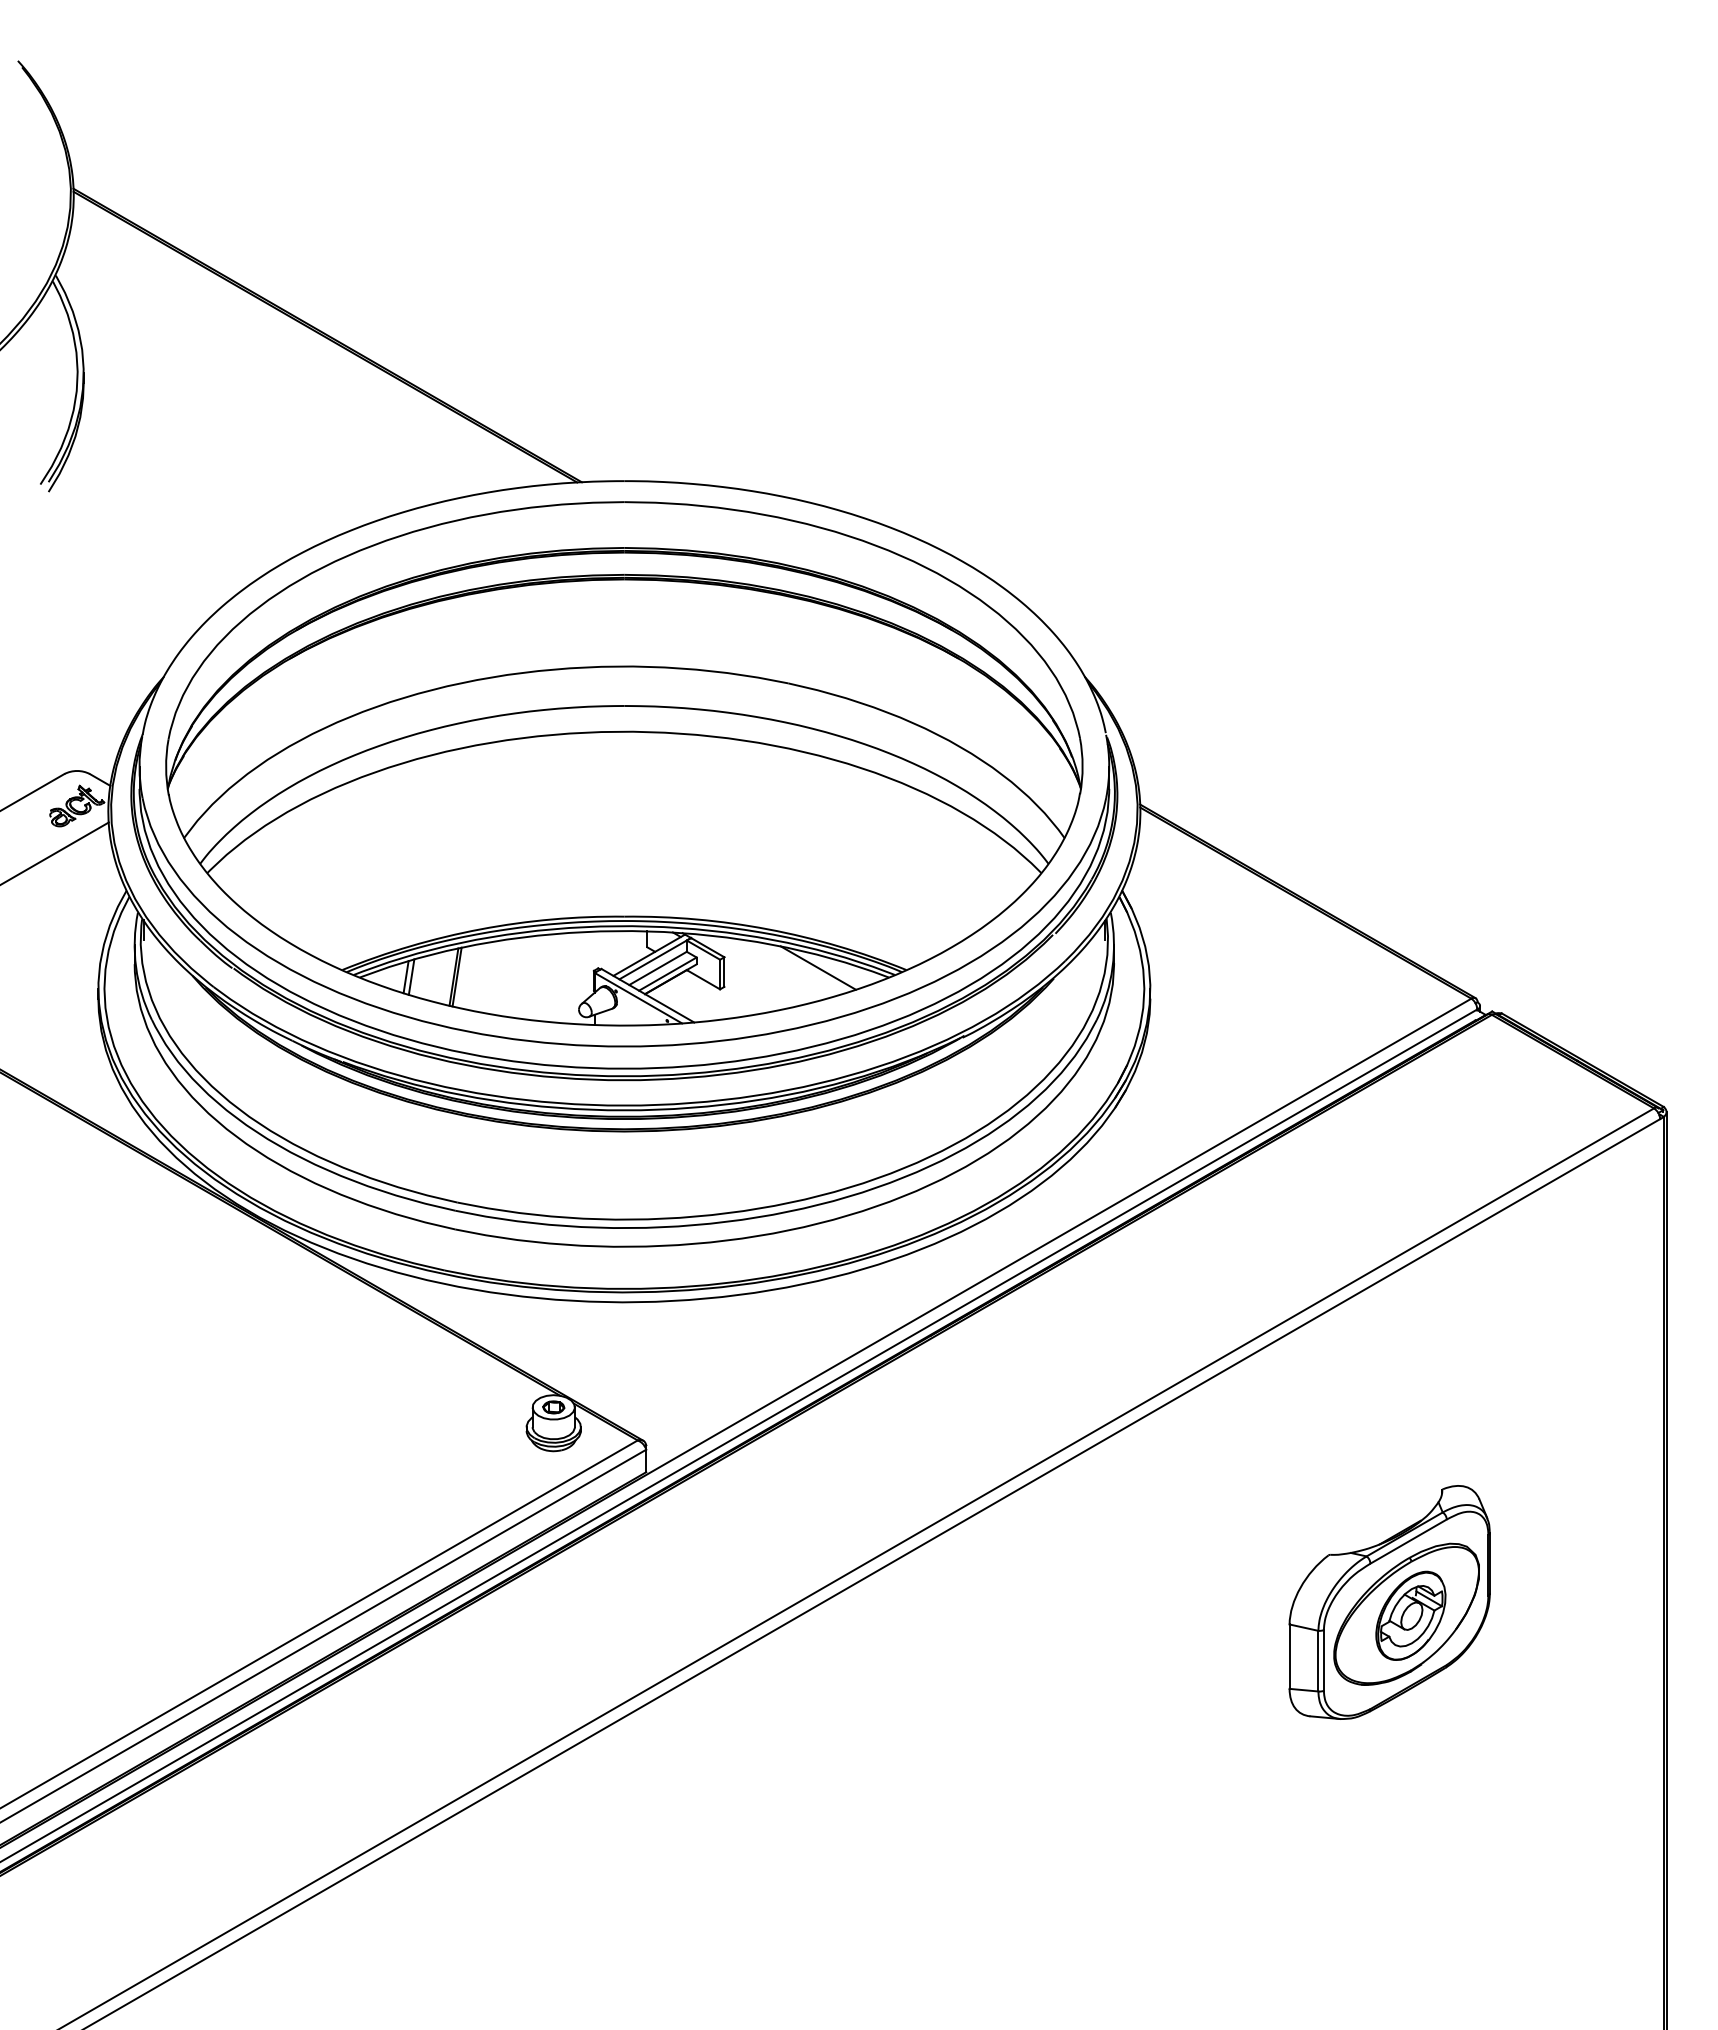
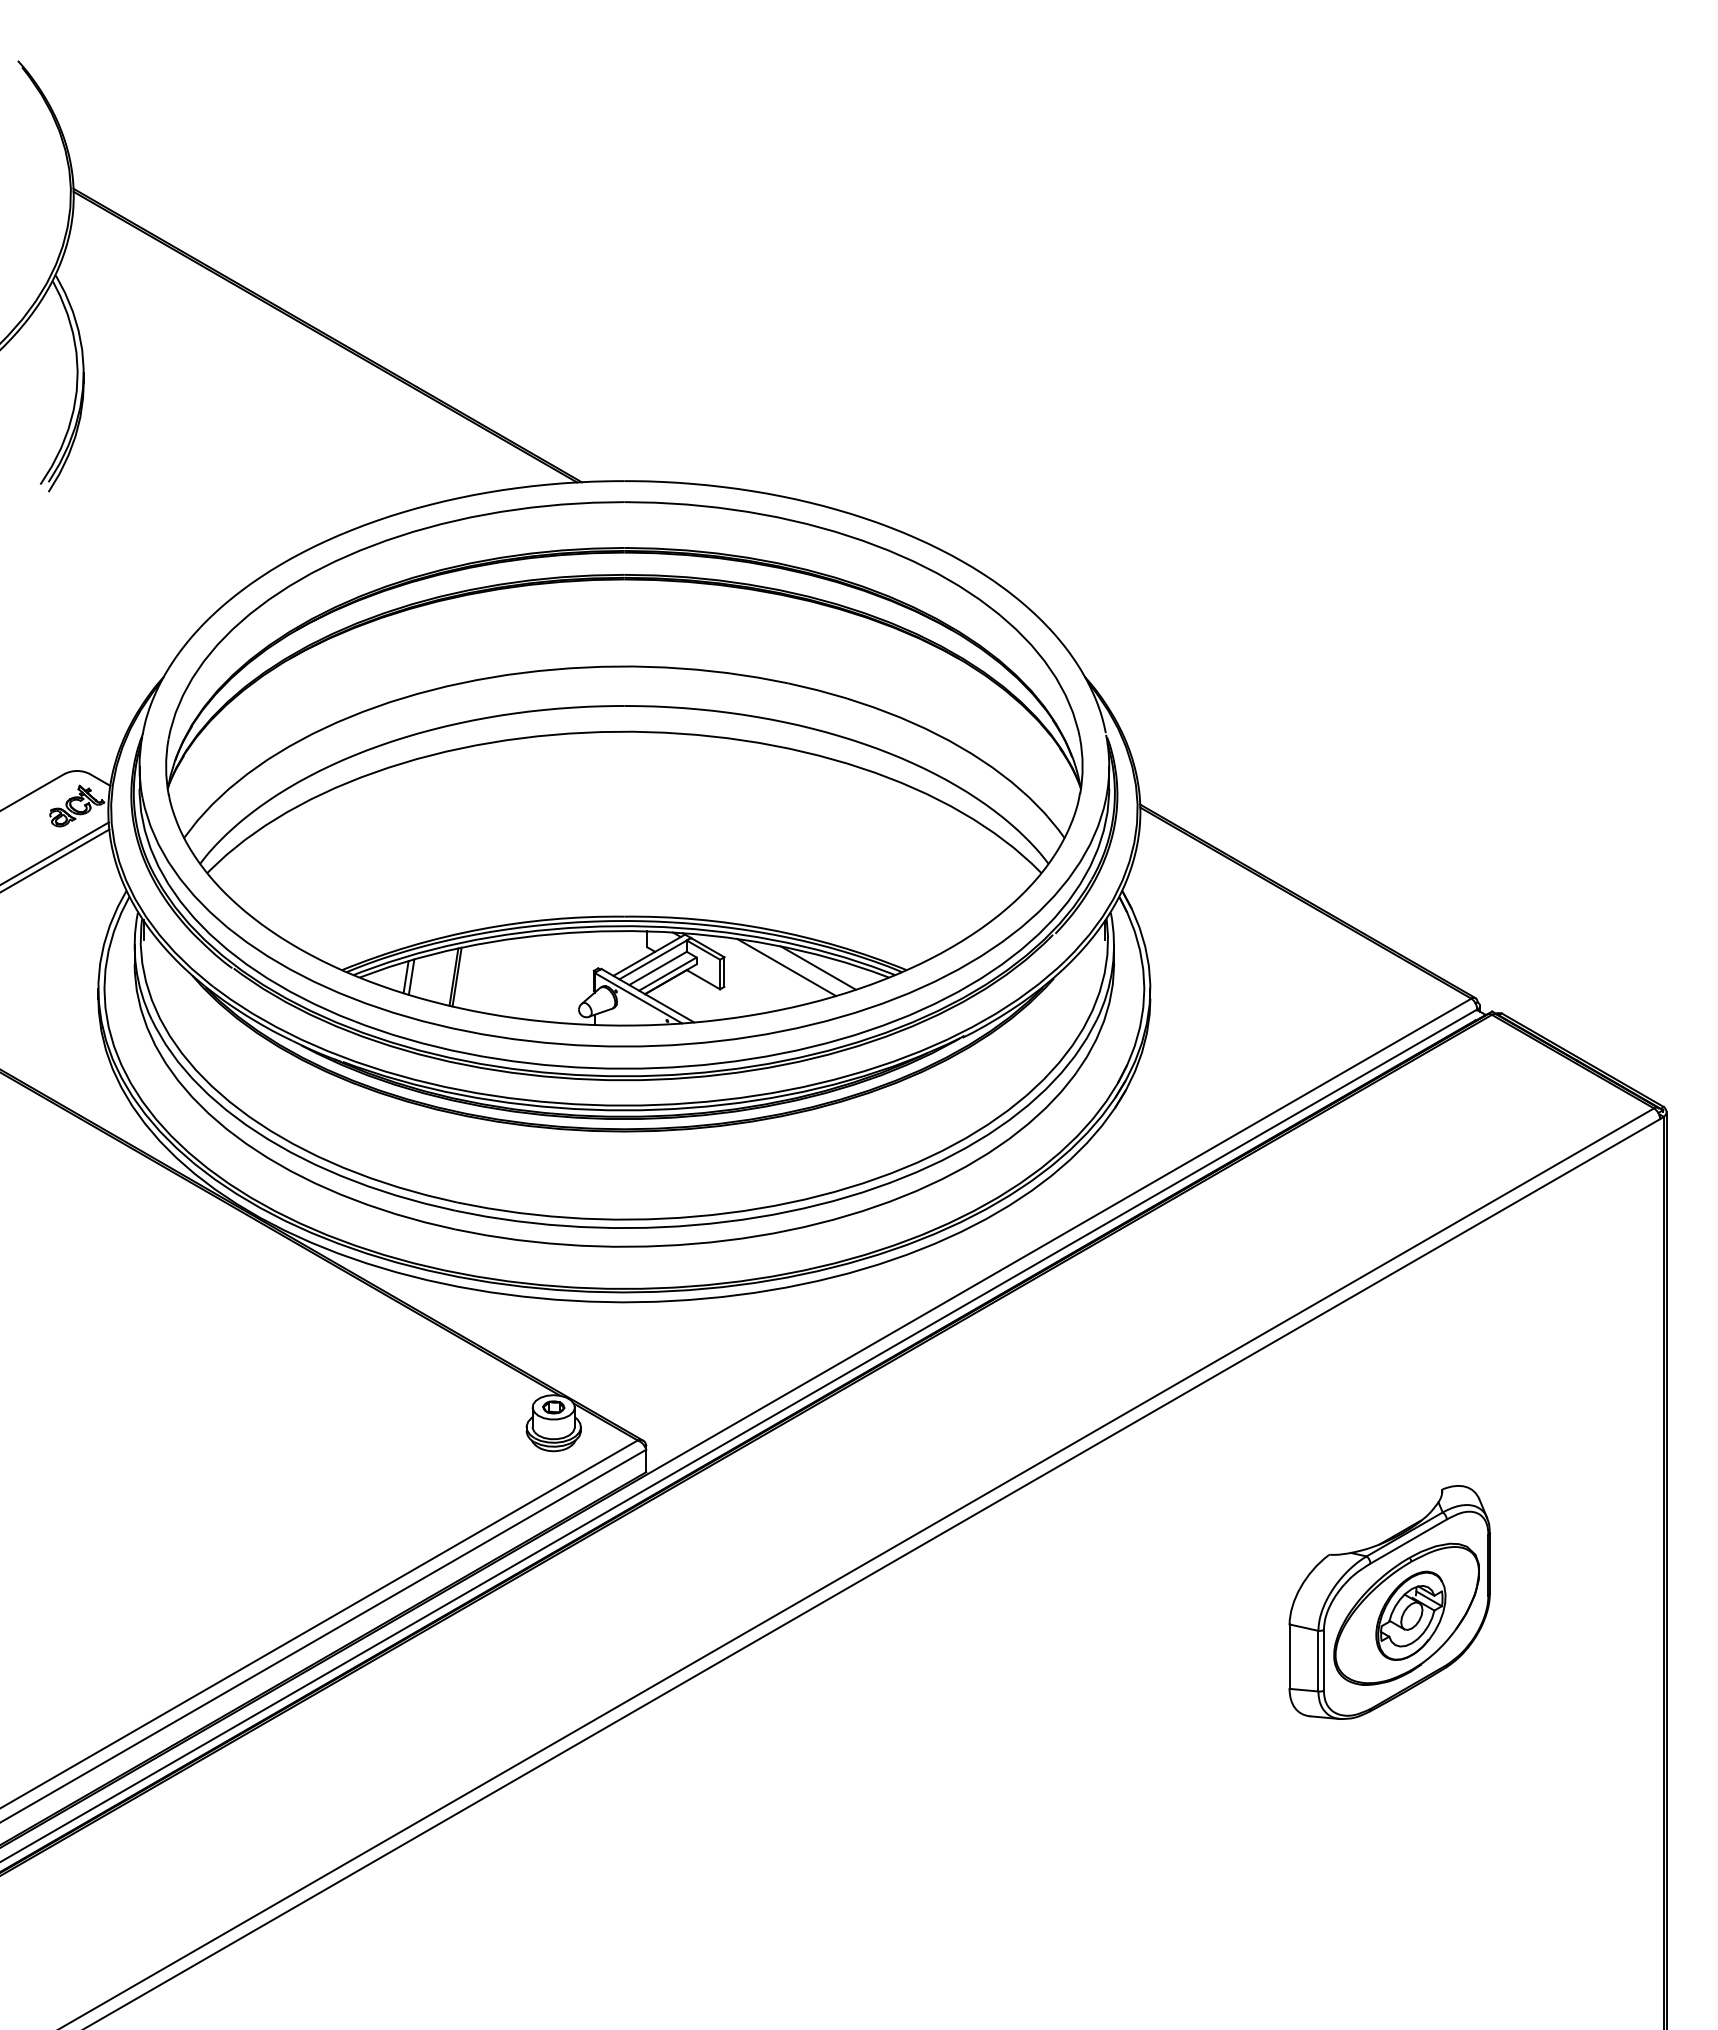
line at (55, 860): none -> present
line at (786, 967): none -> present
